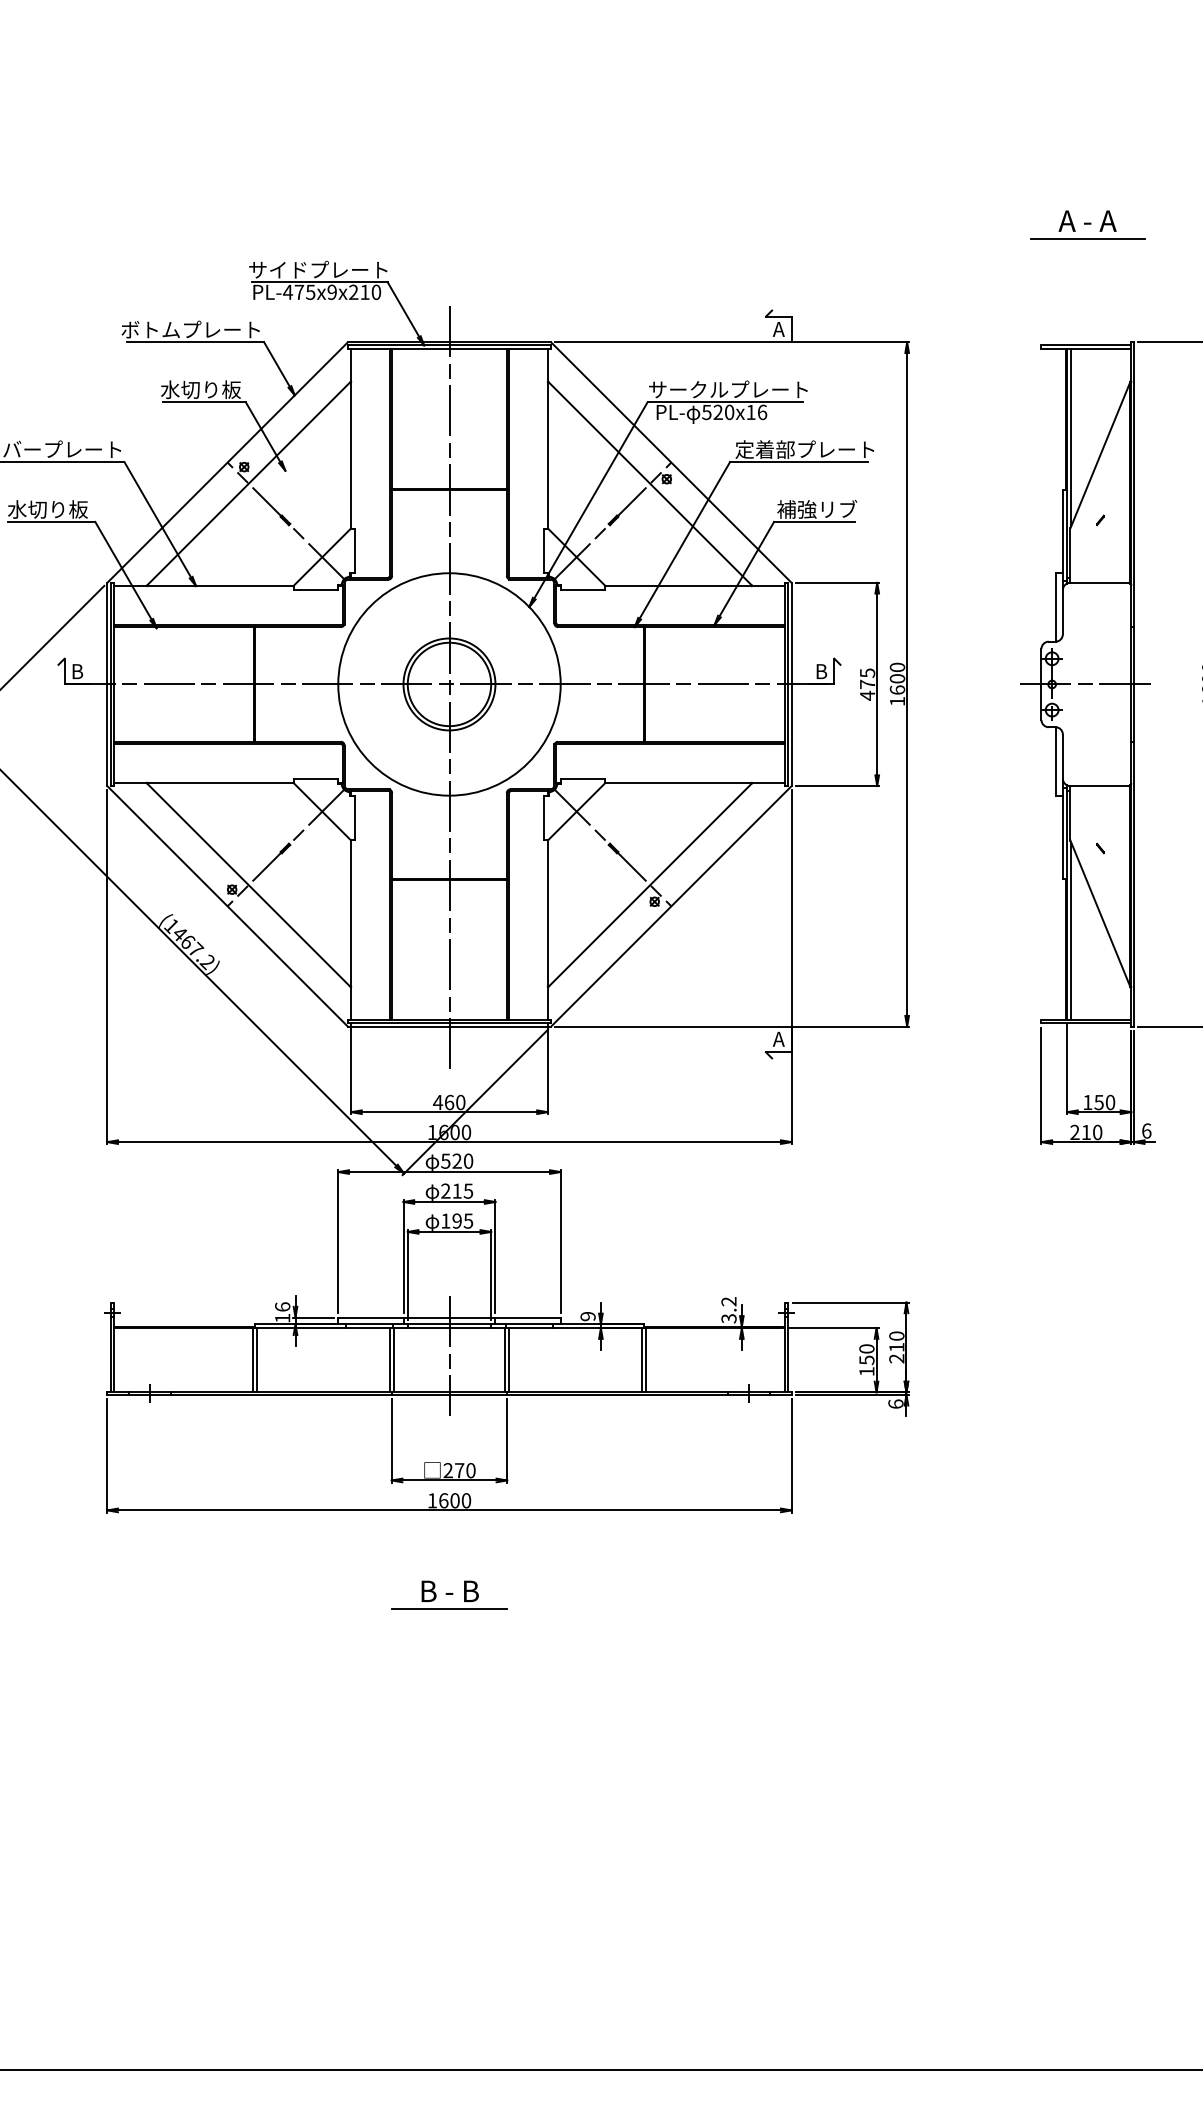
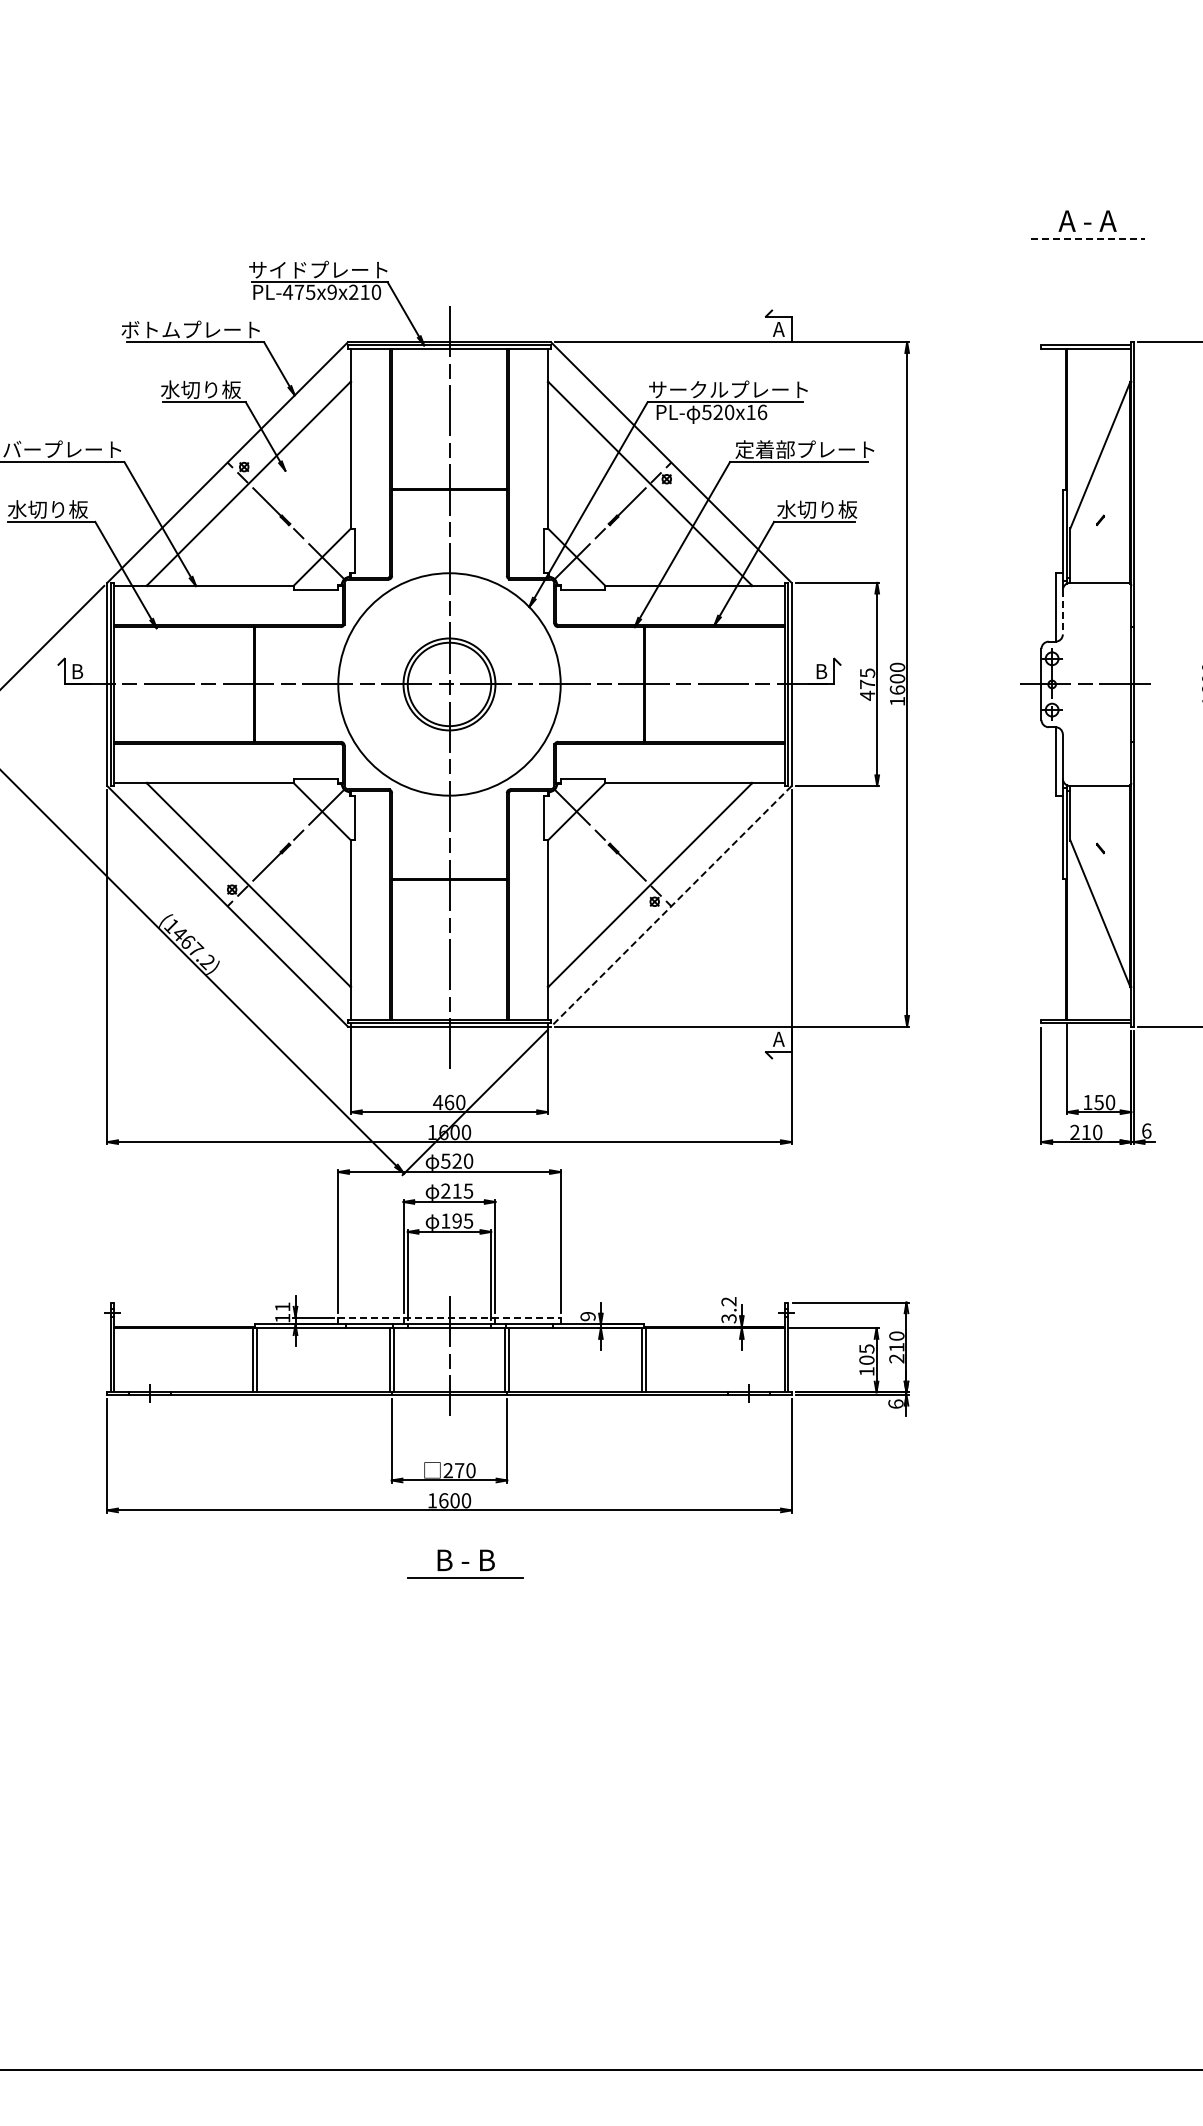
line at (1088, 238): solid -> dashed
line at (1071, 437): present -> none
text at (817, 508): 補強リブ -> 水切り板
line at (1062, 612): solid -> dashed
line at (671, 906): solid -> dashed
line at (1071, 930): present -> none
text at (282, 1306): 16 -> 11
line at (449, 1317): solid -> dashed
text at (866, 1354): 150 -> 105
part at (449, 1594) position: (449, 1594) -> (465, 1563)
